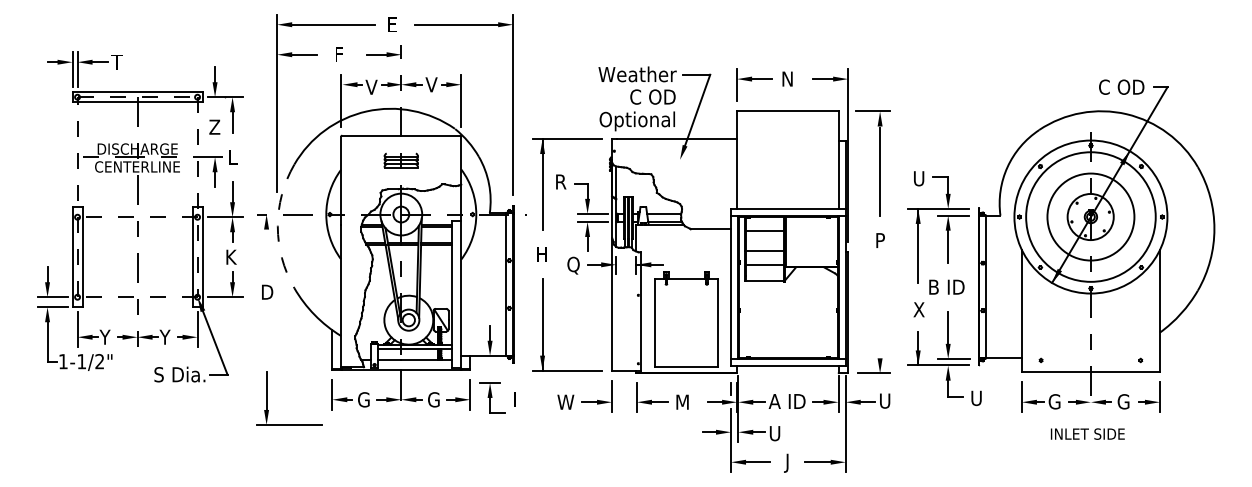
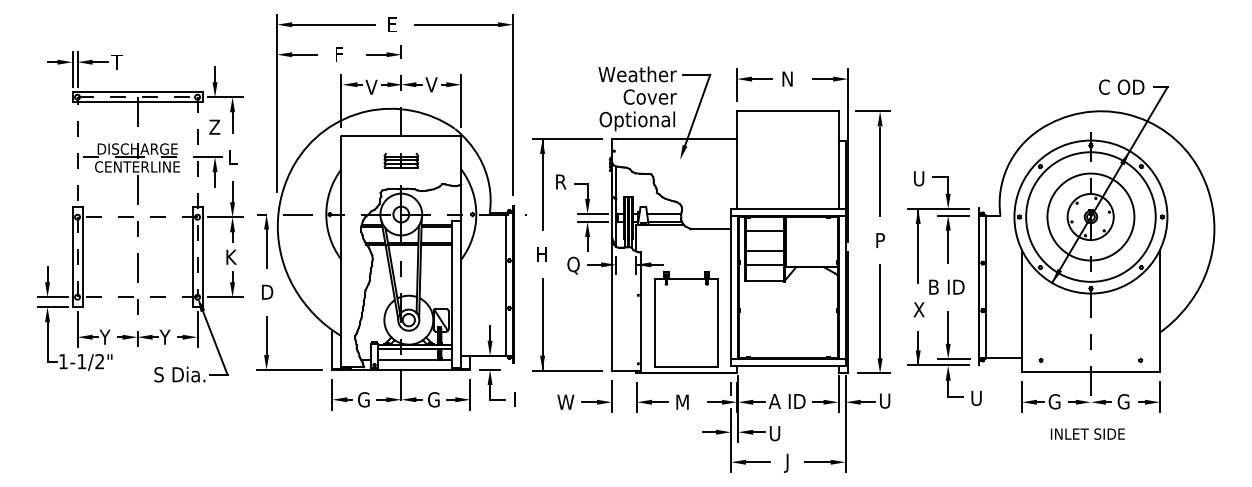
text at (649, 96): C OD -> Cover
arc at (277, 226): dashed -> solid
line at (266, 248): none -> present
line at (880, 311): none -> present
part at (492, 397) position: (492, 397) -> (492, 384)
part at (267, 398) position: (267, 398) -> (267, 343)
